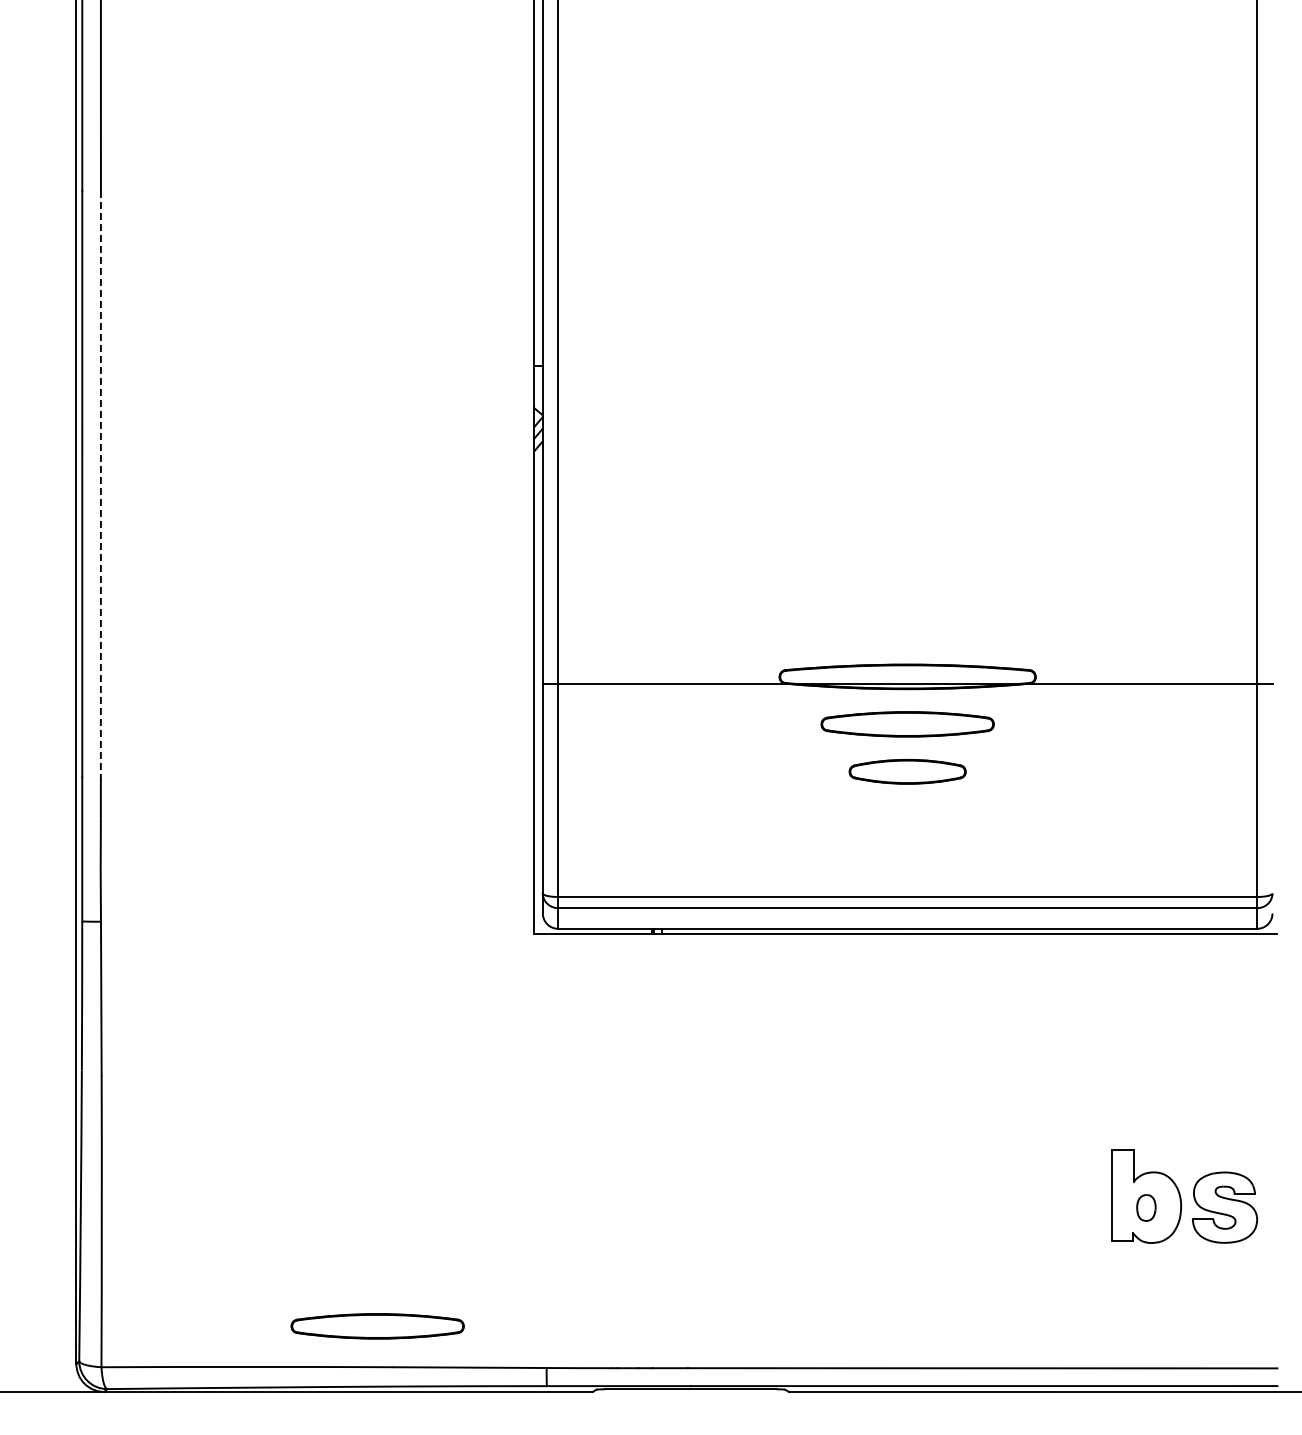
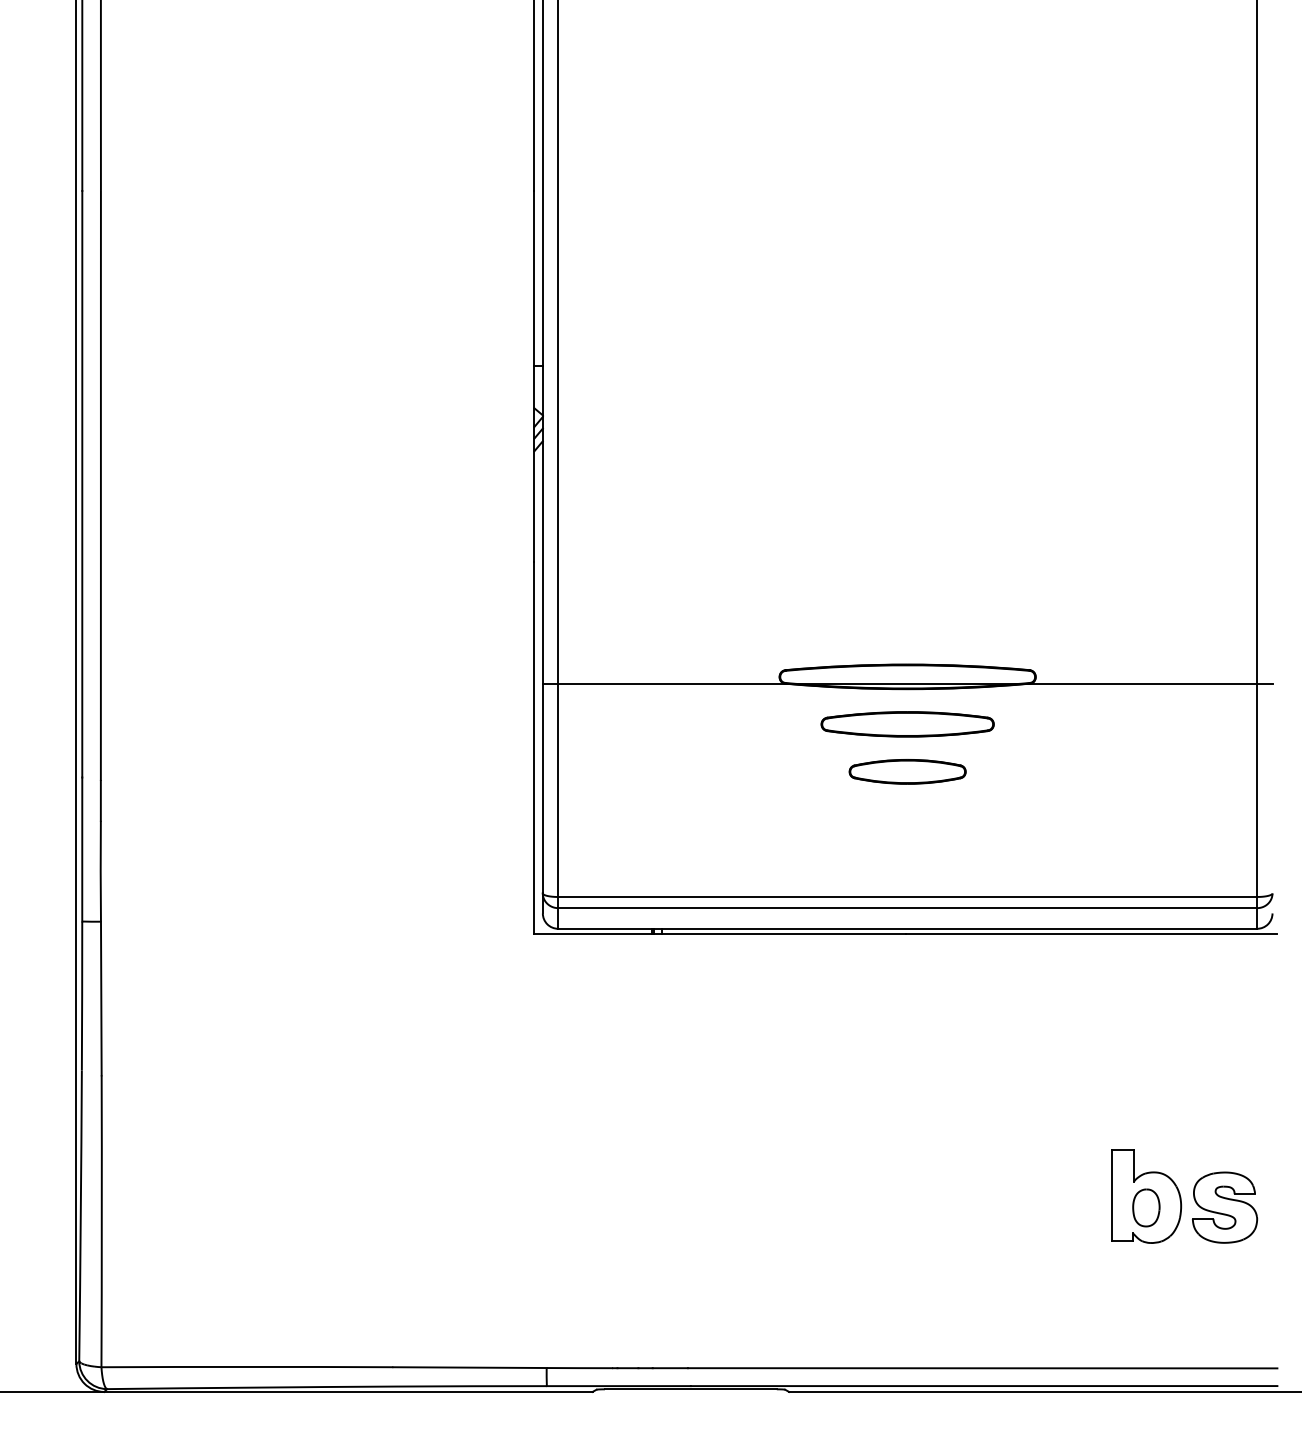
line at (100, 485): dashed -> solid
part at (1146, 1207) size: 21x28 px -> 29x40 px
part at (377, 1326): present -> none
